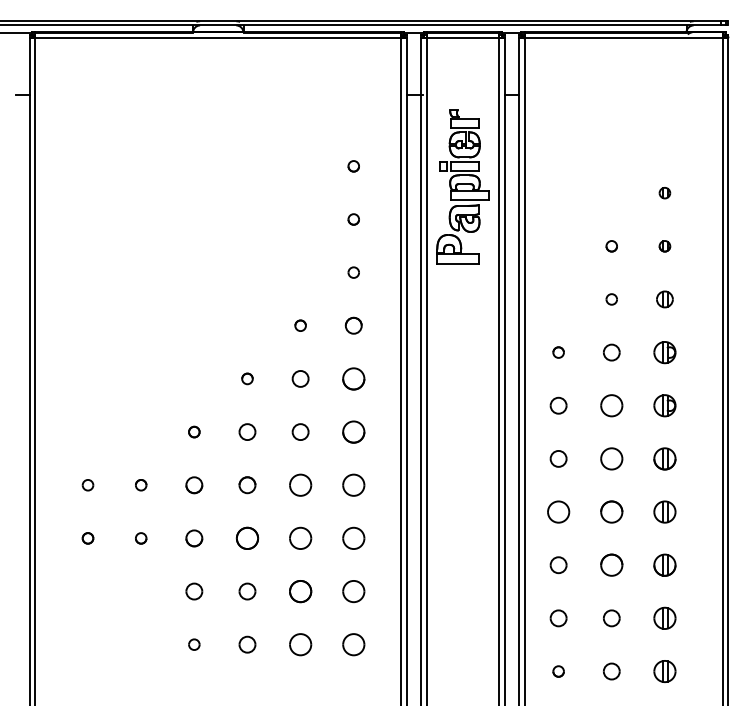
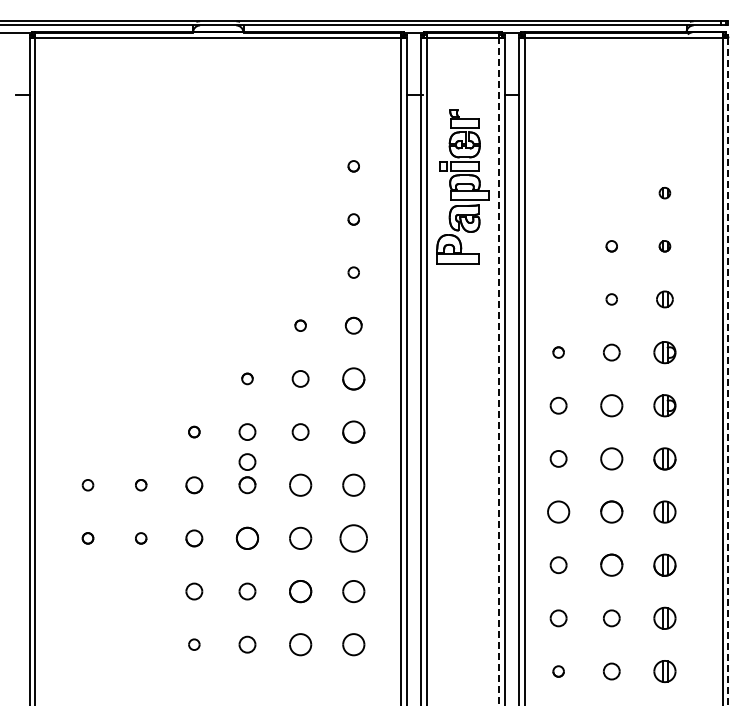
line at (499, 371): solid -> dashed
line at (728, 372): solid -> dashed
part at (247, 461): none -> present
part at (353, 537) size: 24x24 px -> 29x29 px
